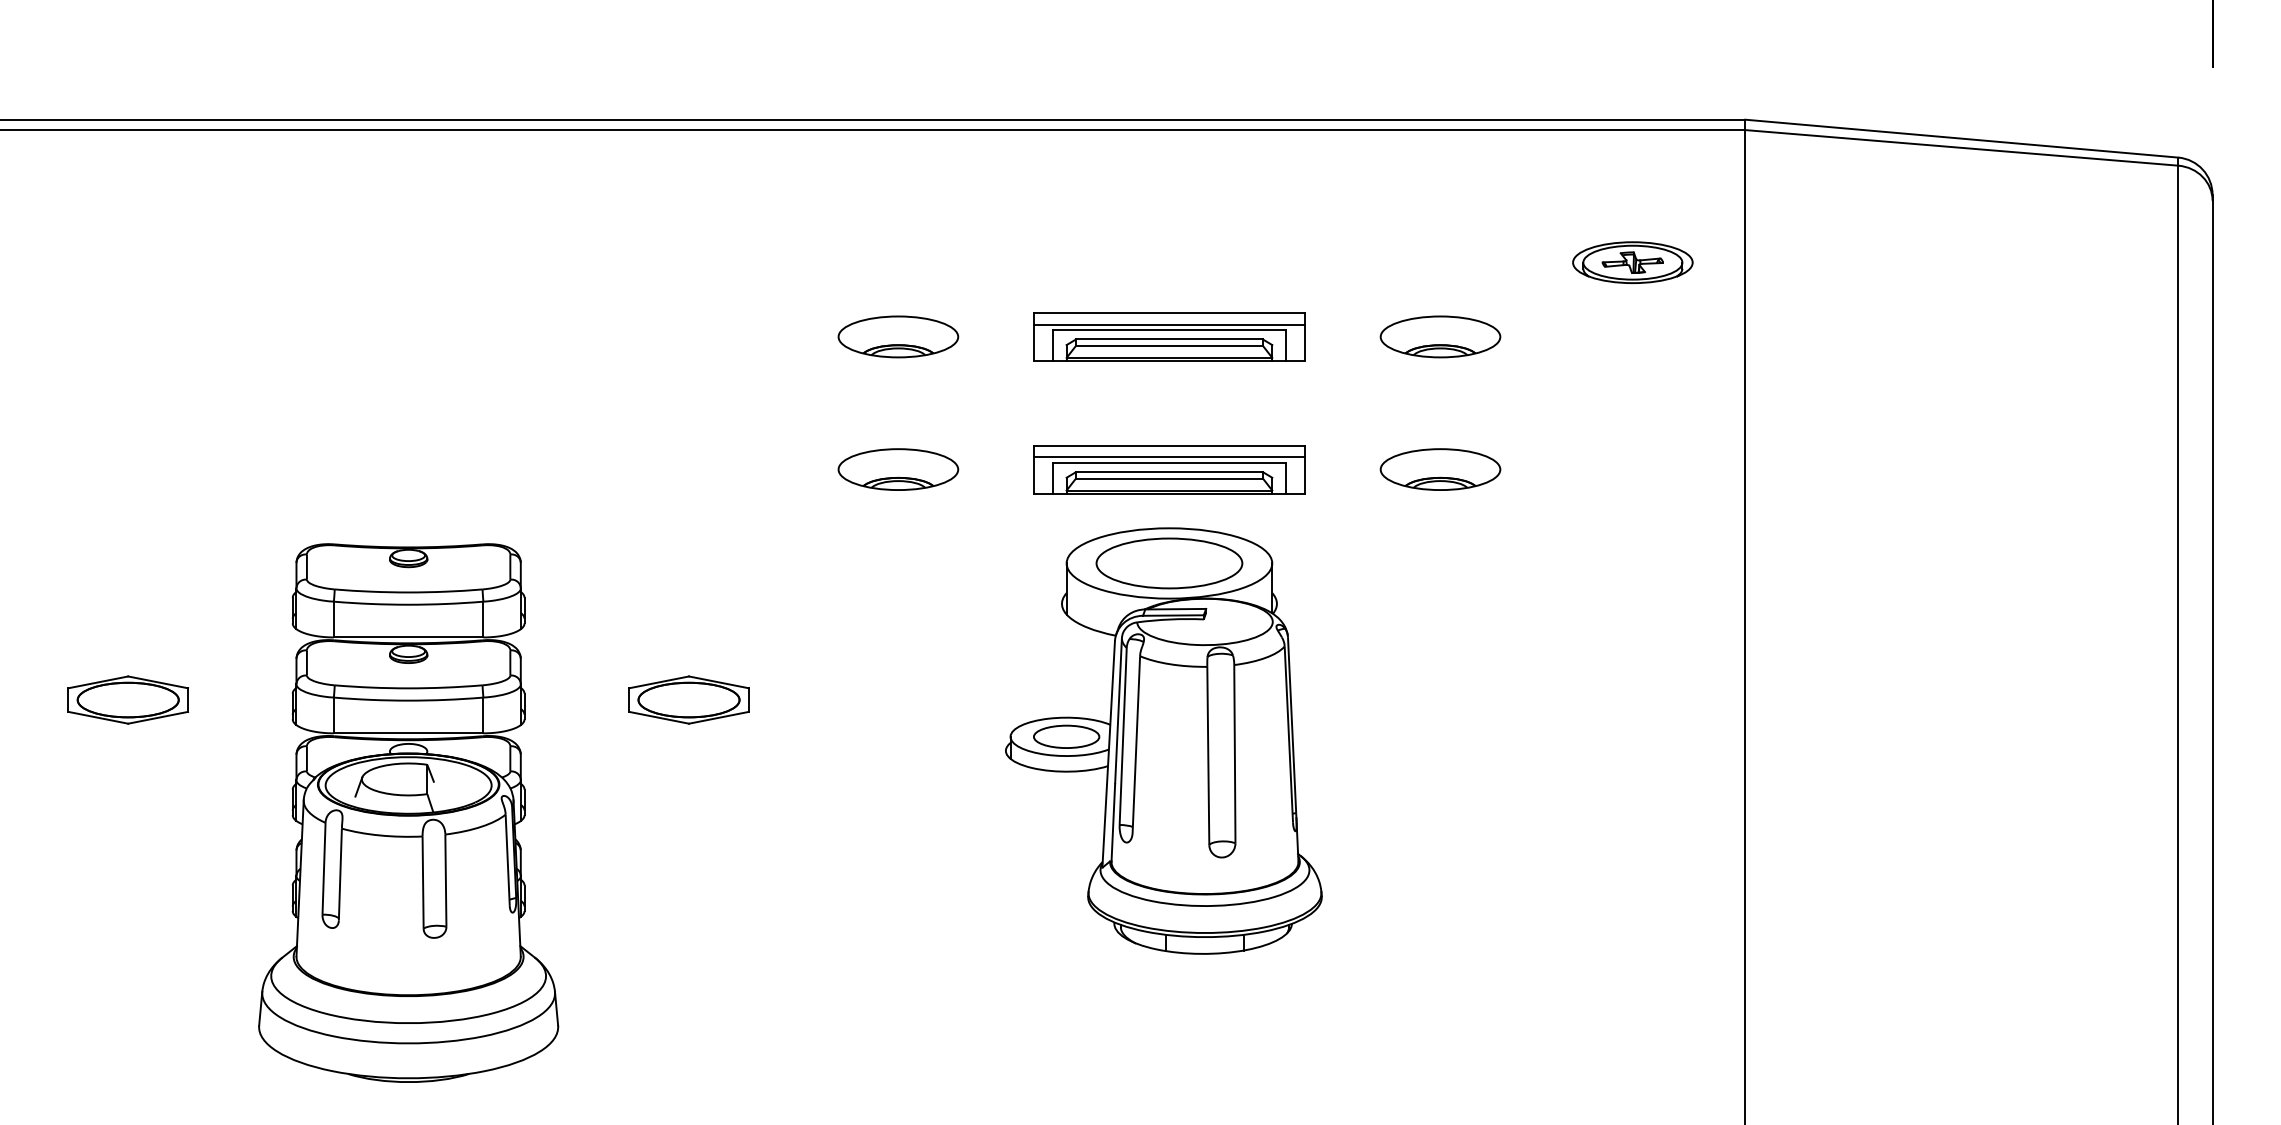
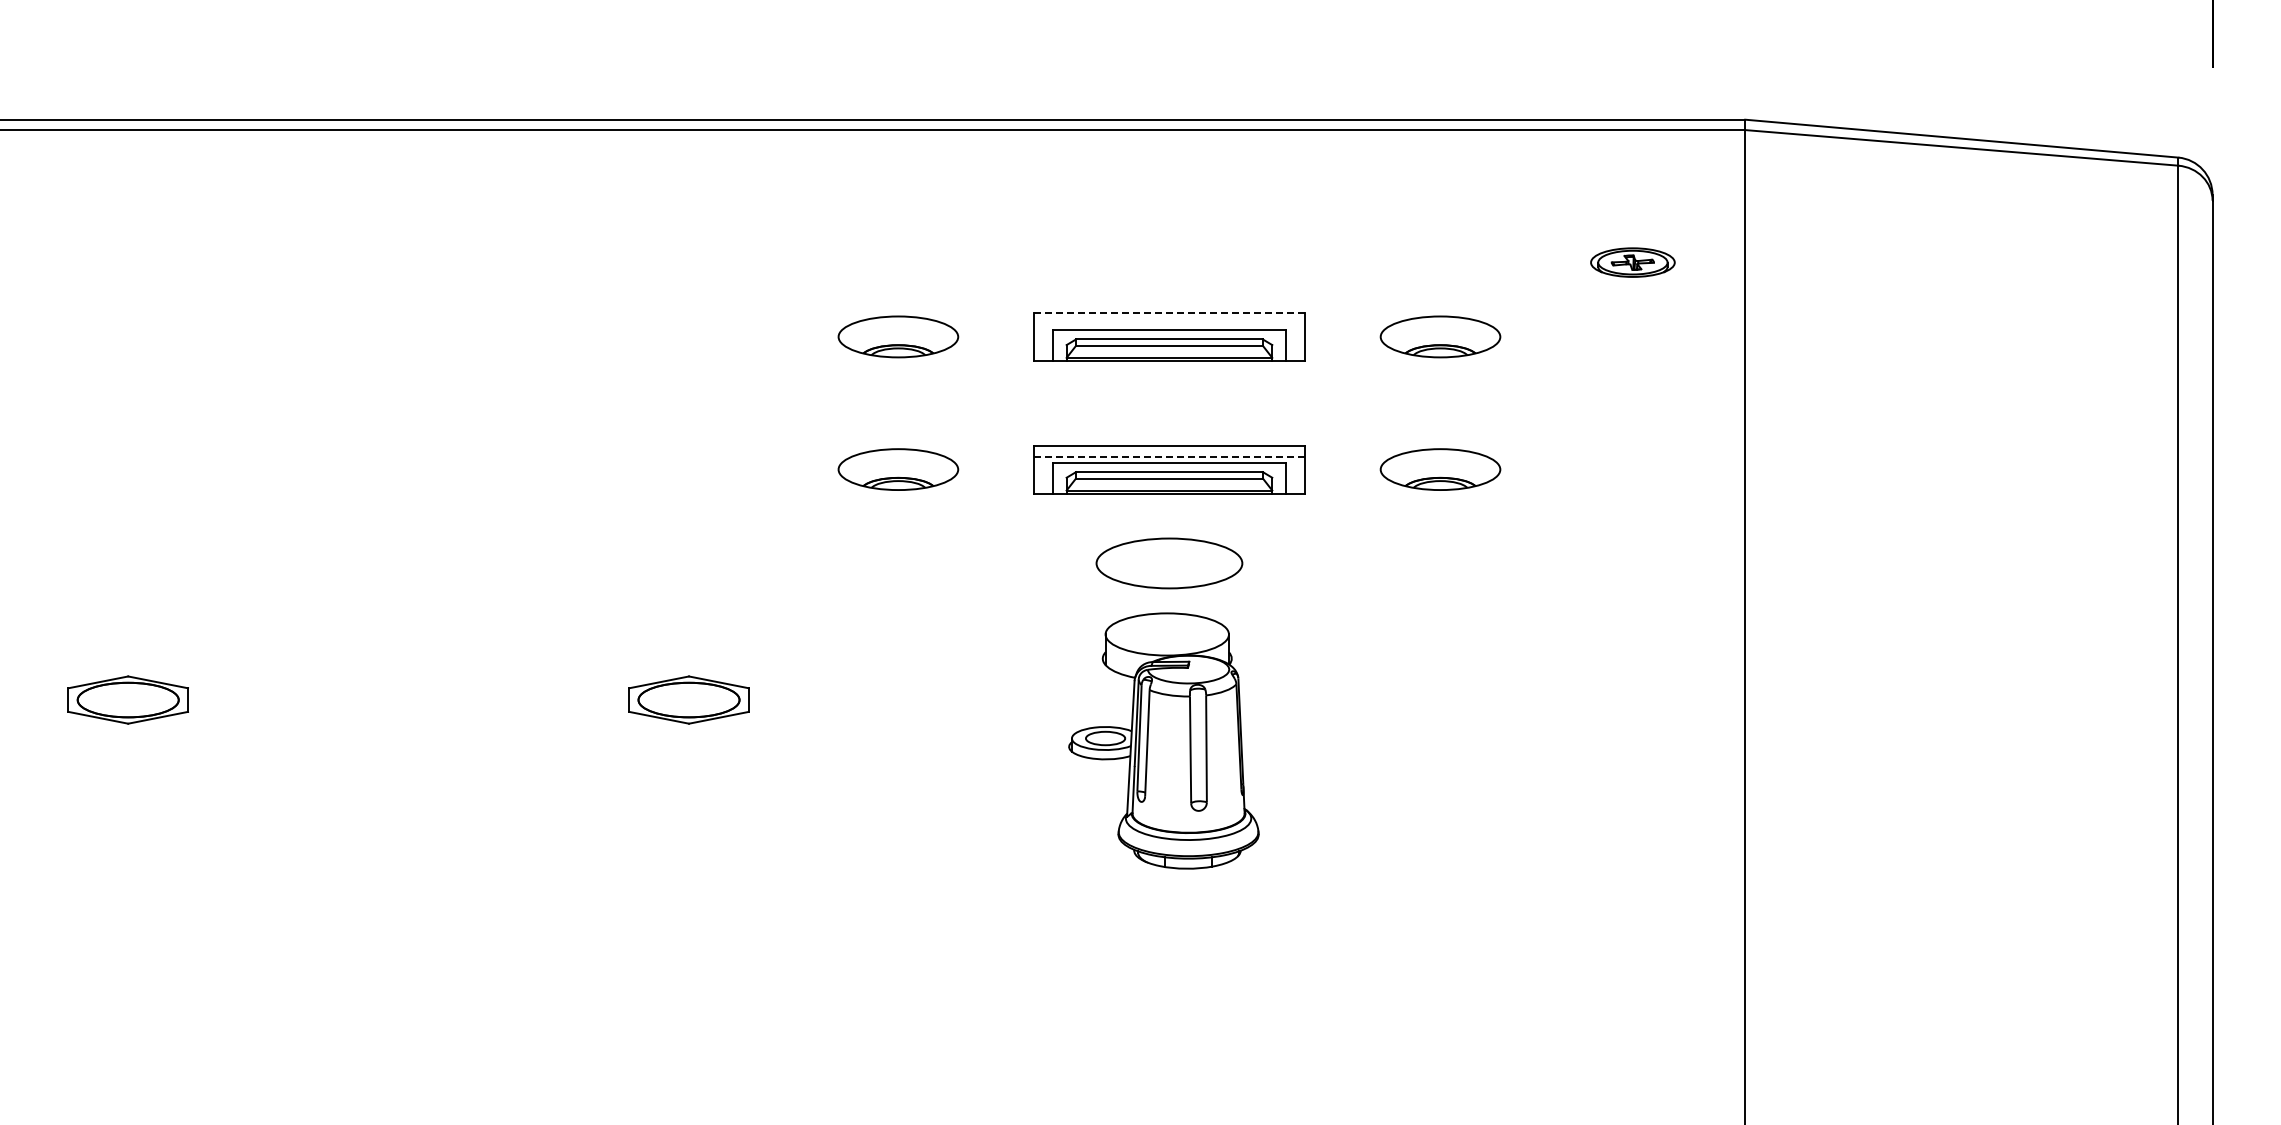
part at (1632, 262) size: 122x43 px -> 86x31 px
line at (1169, 312): solid -> dashed
line at (1169, 324): present -> none
line at (1169, 457): solid -> dashed
part at (1163, 740) size: 318x428 px -> 192x258 px
part at (408, 812): present -> none
